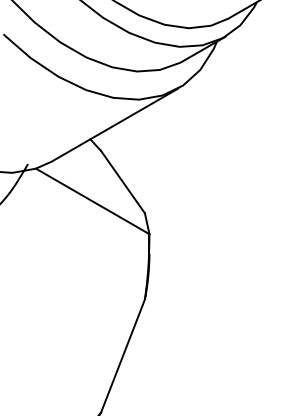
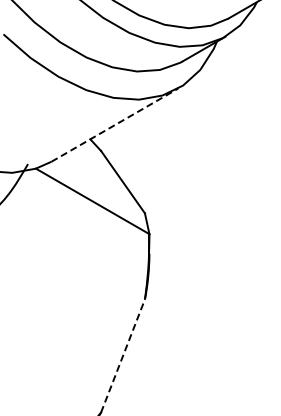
line at (115, 124): solid -> dashed
line at (122, 356): solid -> dashed
